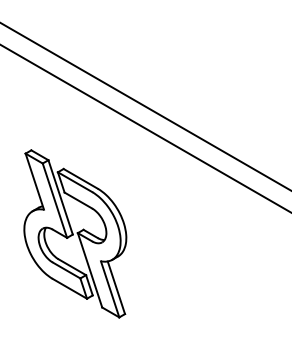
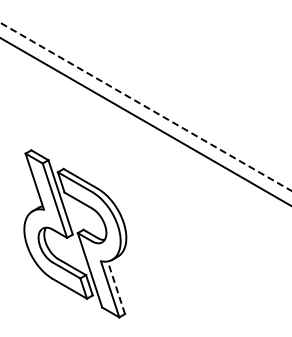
line at (145, 106): solid -> dashed
line at (145, 127) position: (145, 127) -> (145, 121)
line at (116, 287): solid -> dashed
